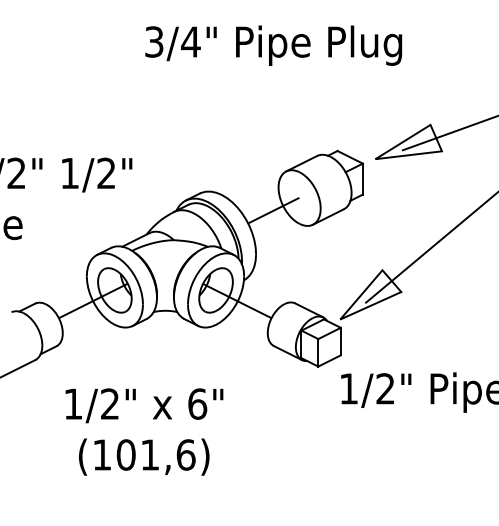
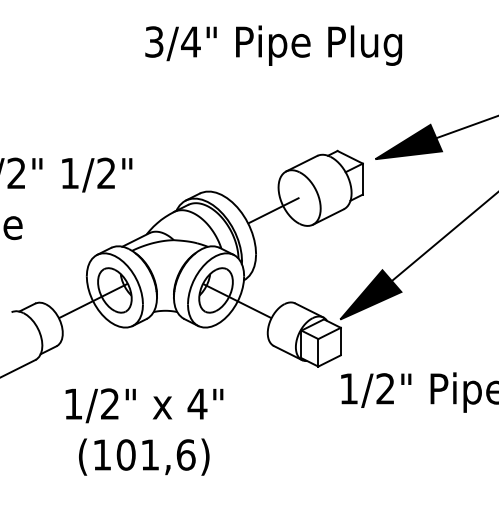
fill at (408, 141): none -> present
fill at (370, 294): none -> present
text at (197, 403): 6" -> 4"
